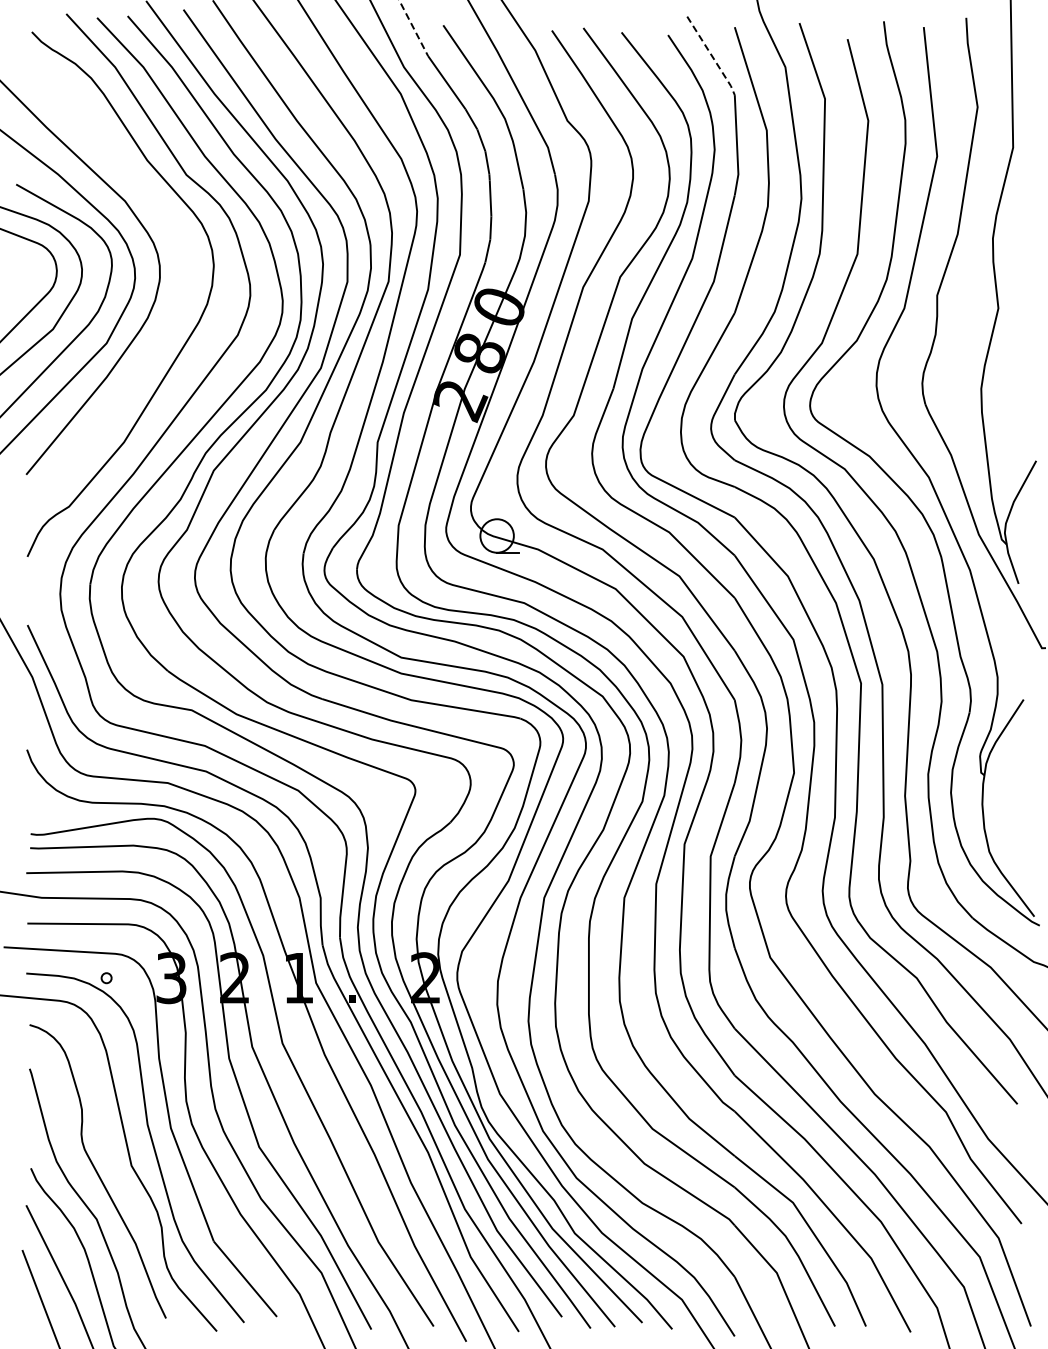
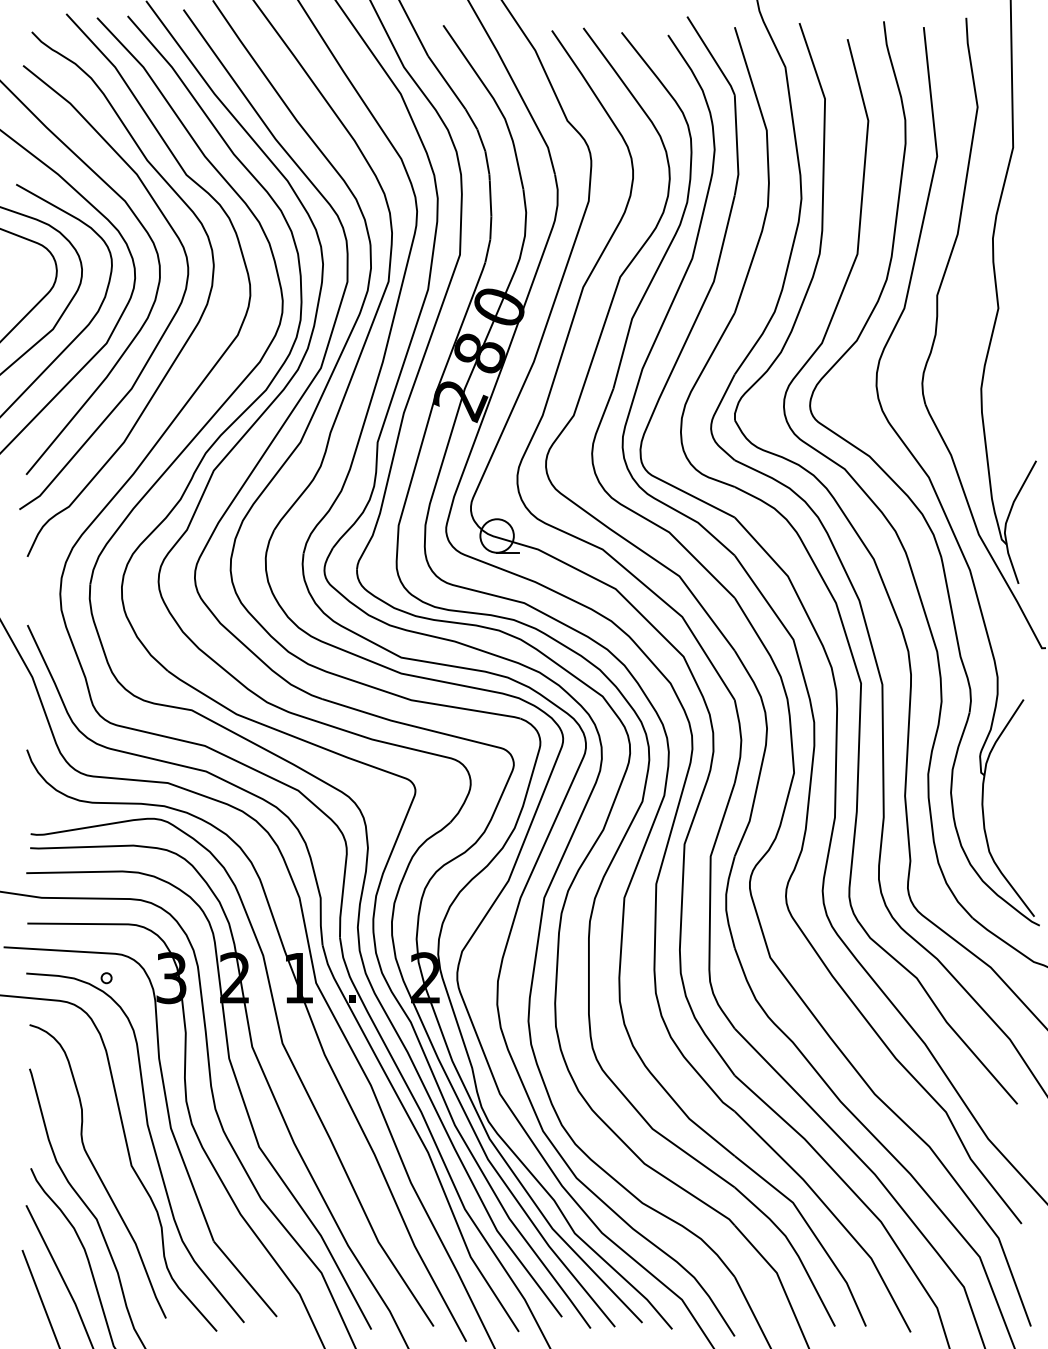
line at (414, 28): dashed -> solid
line at (712, 56): dashed -> solid
curve at (168, 323): none -> present
